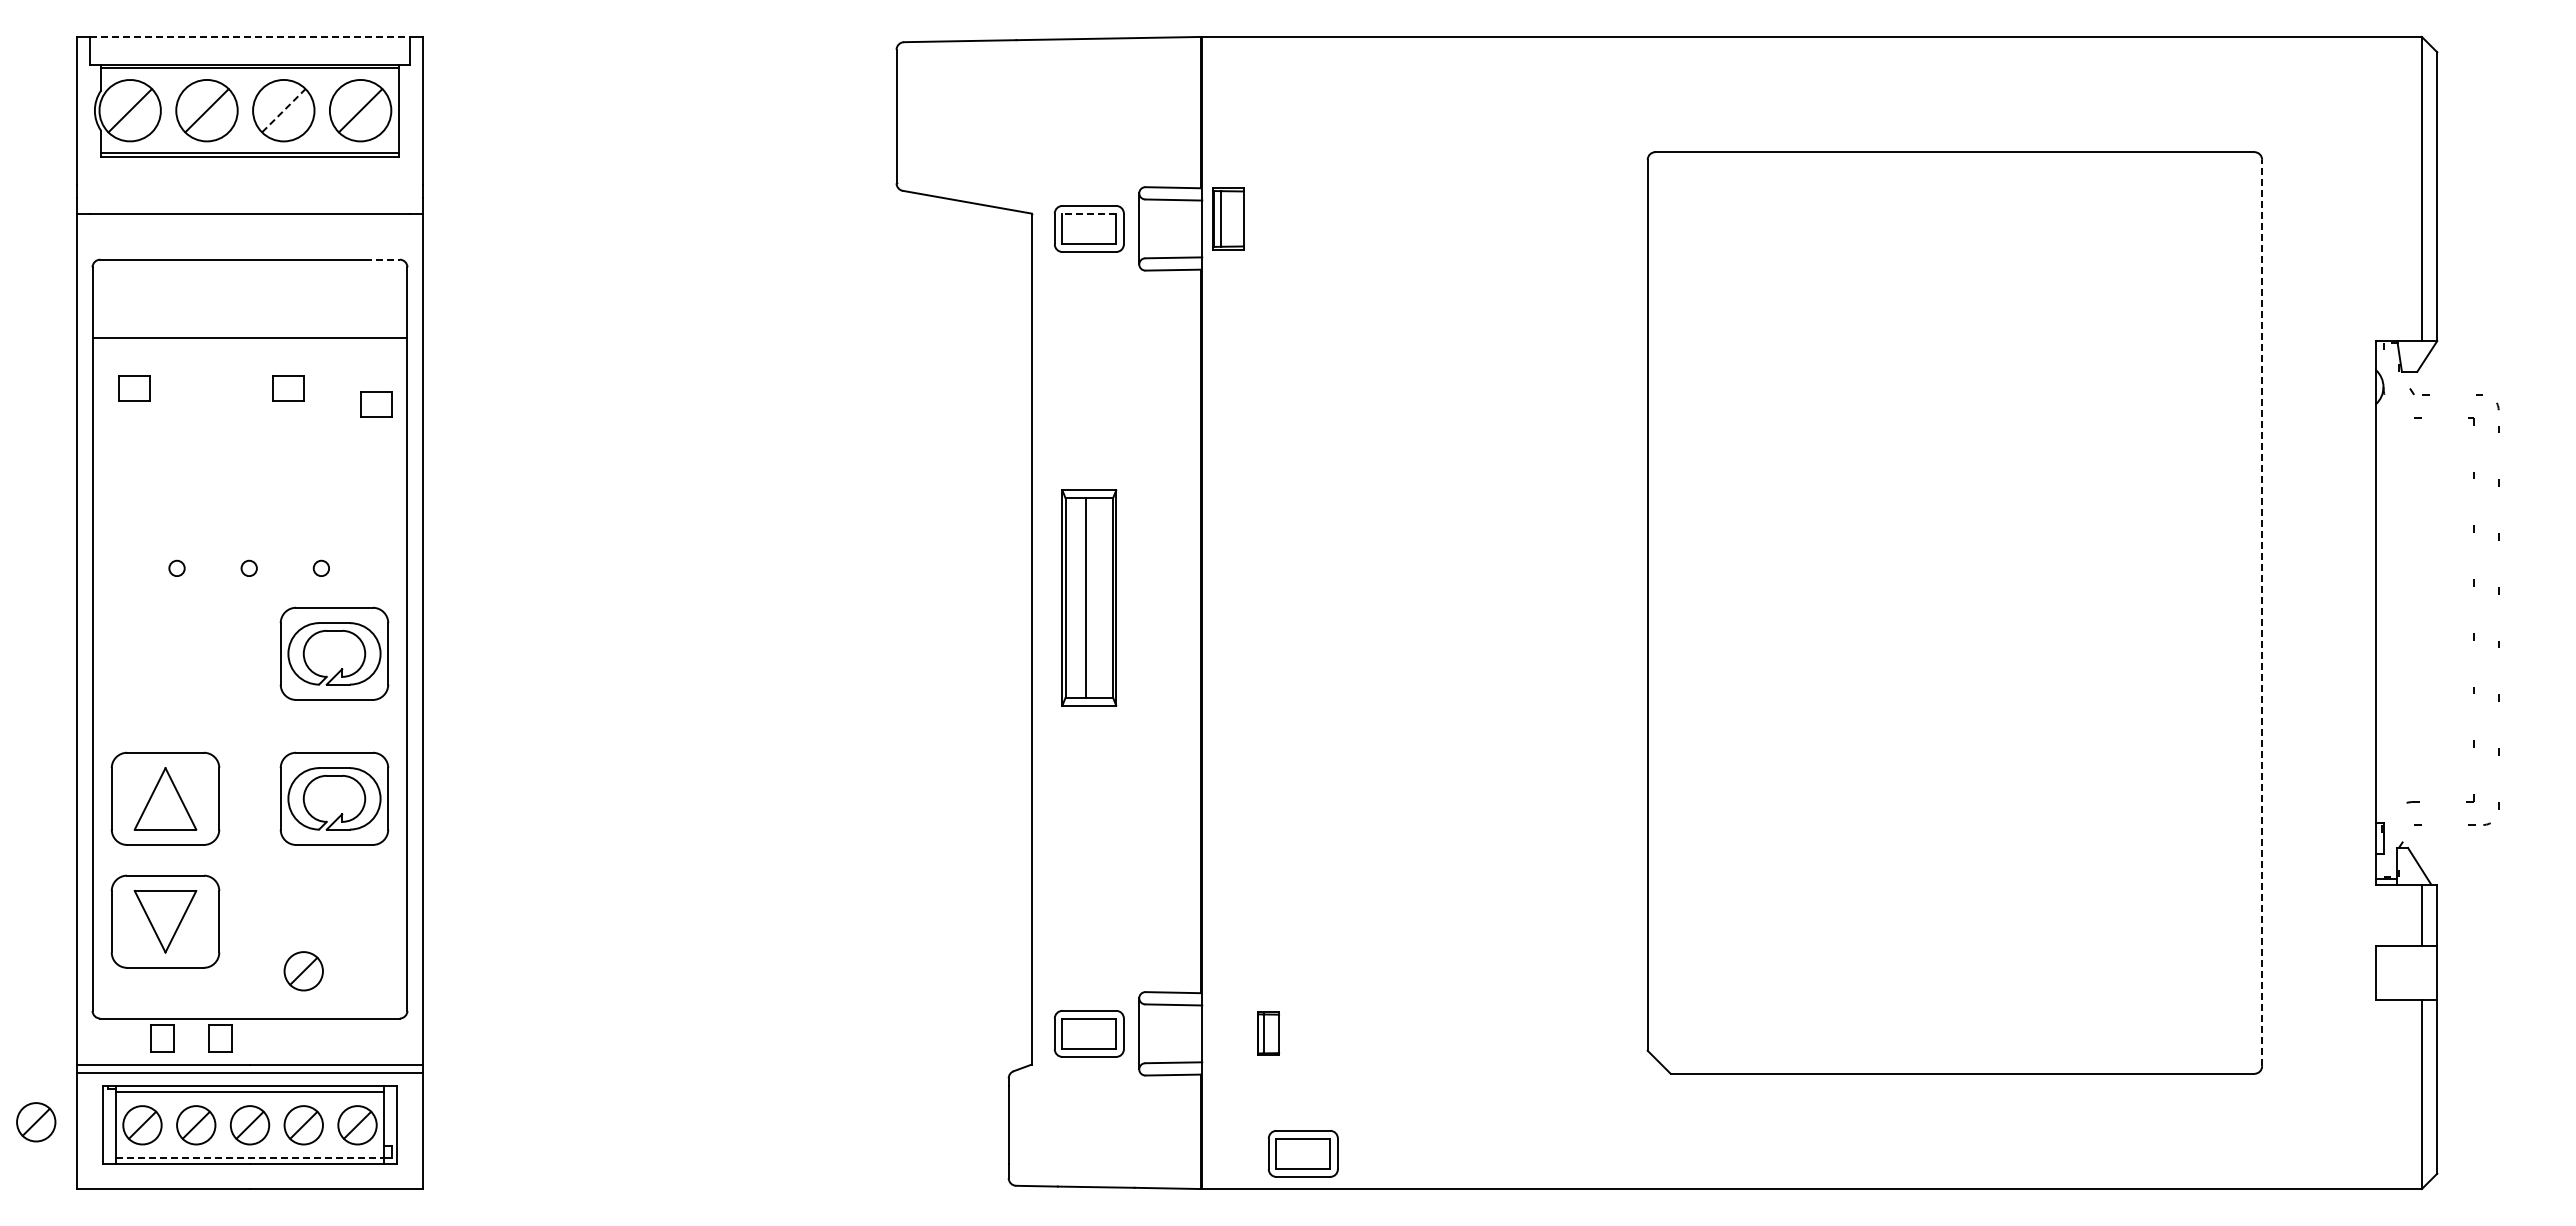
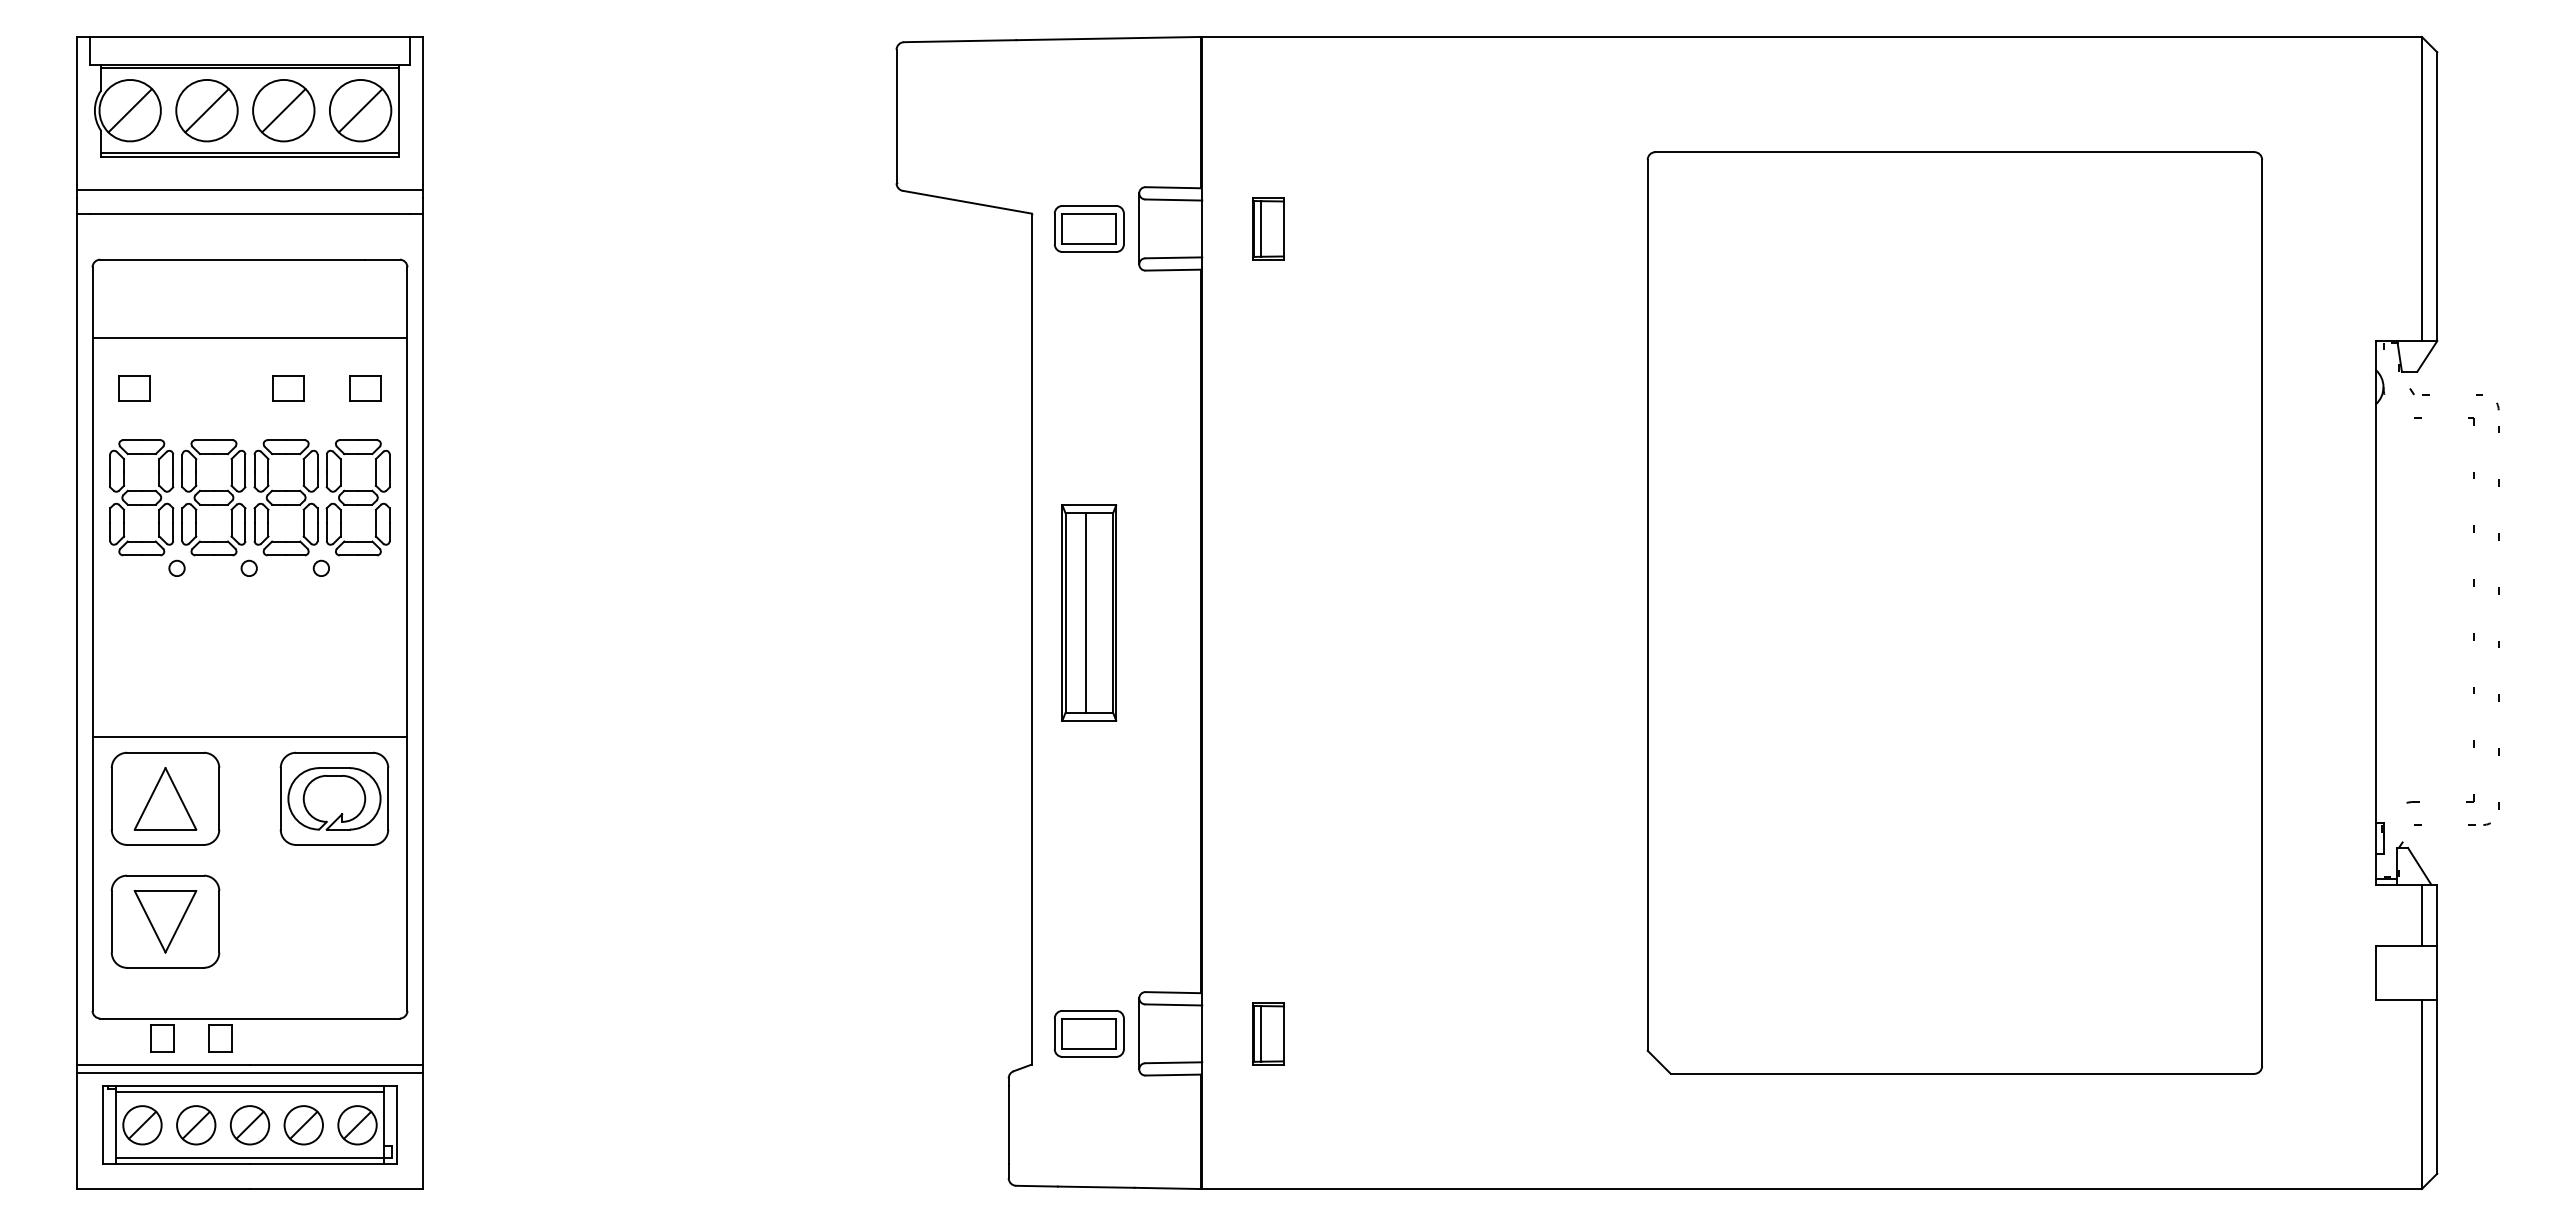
line at (250, 36): dashed -> solid
line at (283, 110): dashed -> solid
line at (249, 189): none -> present
line at (1089, 213): dashed -> solid
part at (1228, 218) position: (1228, 218) -> (1268, 228)
line at (383, 259): dashed -> solid
part at (376, 404) position: (376, 404) -> (365, 388)
part at (243, 490): none -> present
part at (1089, 597) position: (1089, 597) -> (1089, 612)
line at (2262, 612): dashed -> solid
part at (334, 653): present -> none
line at (249, 737): none -> present
part at (303, 971): present -> none
part at (1268, 1033) size: 23x45 px -> 33x64 px
part at (36, 1122): present -> none
part at (1303, 1153): present -> none
line at (250, 1158): dashed -> solid
